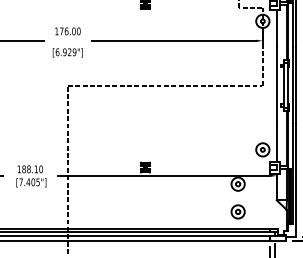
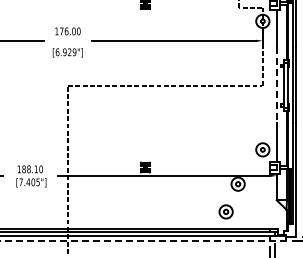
line at (276, 85): solid -> dashed
part at (237, 211) position: (237, 211) -> (225, 211)
line at (142, 240): solid -> dashed
